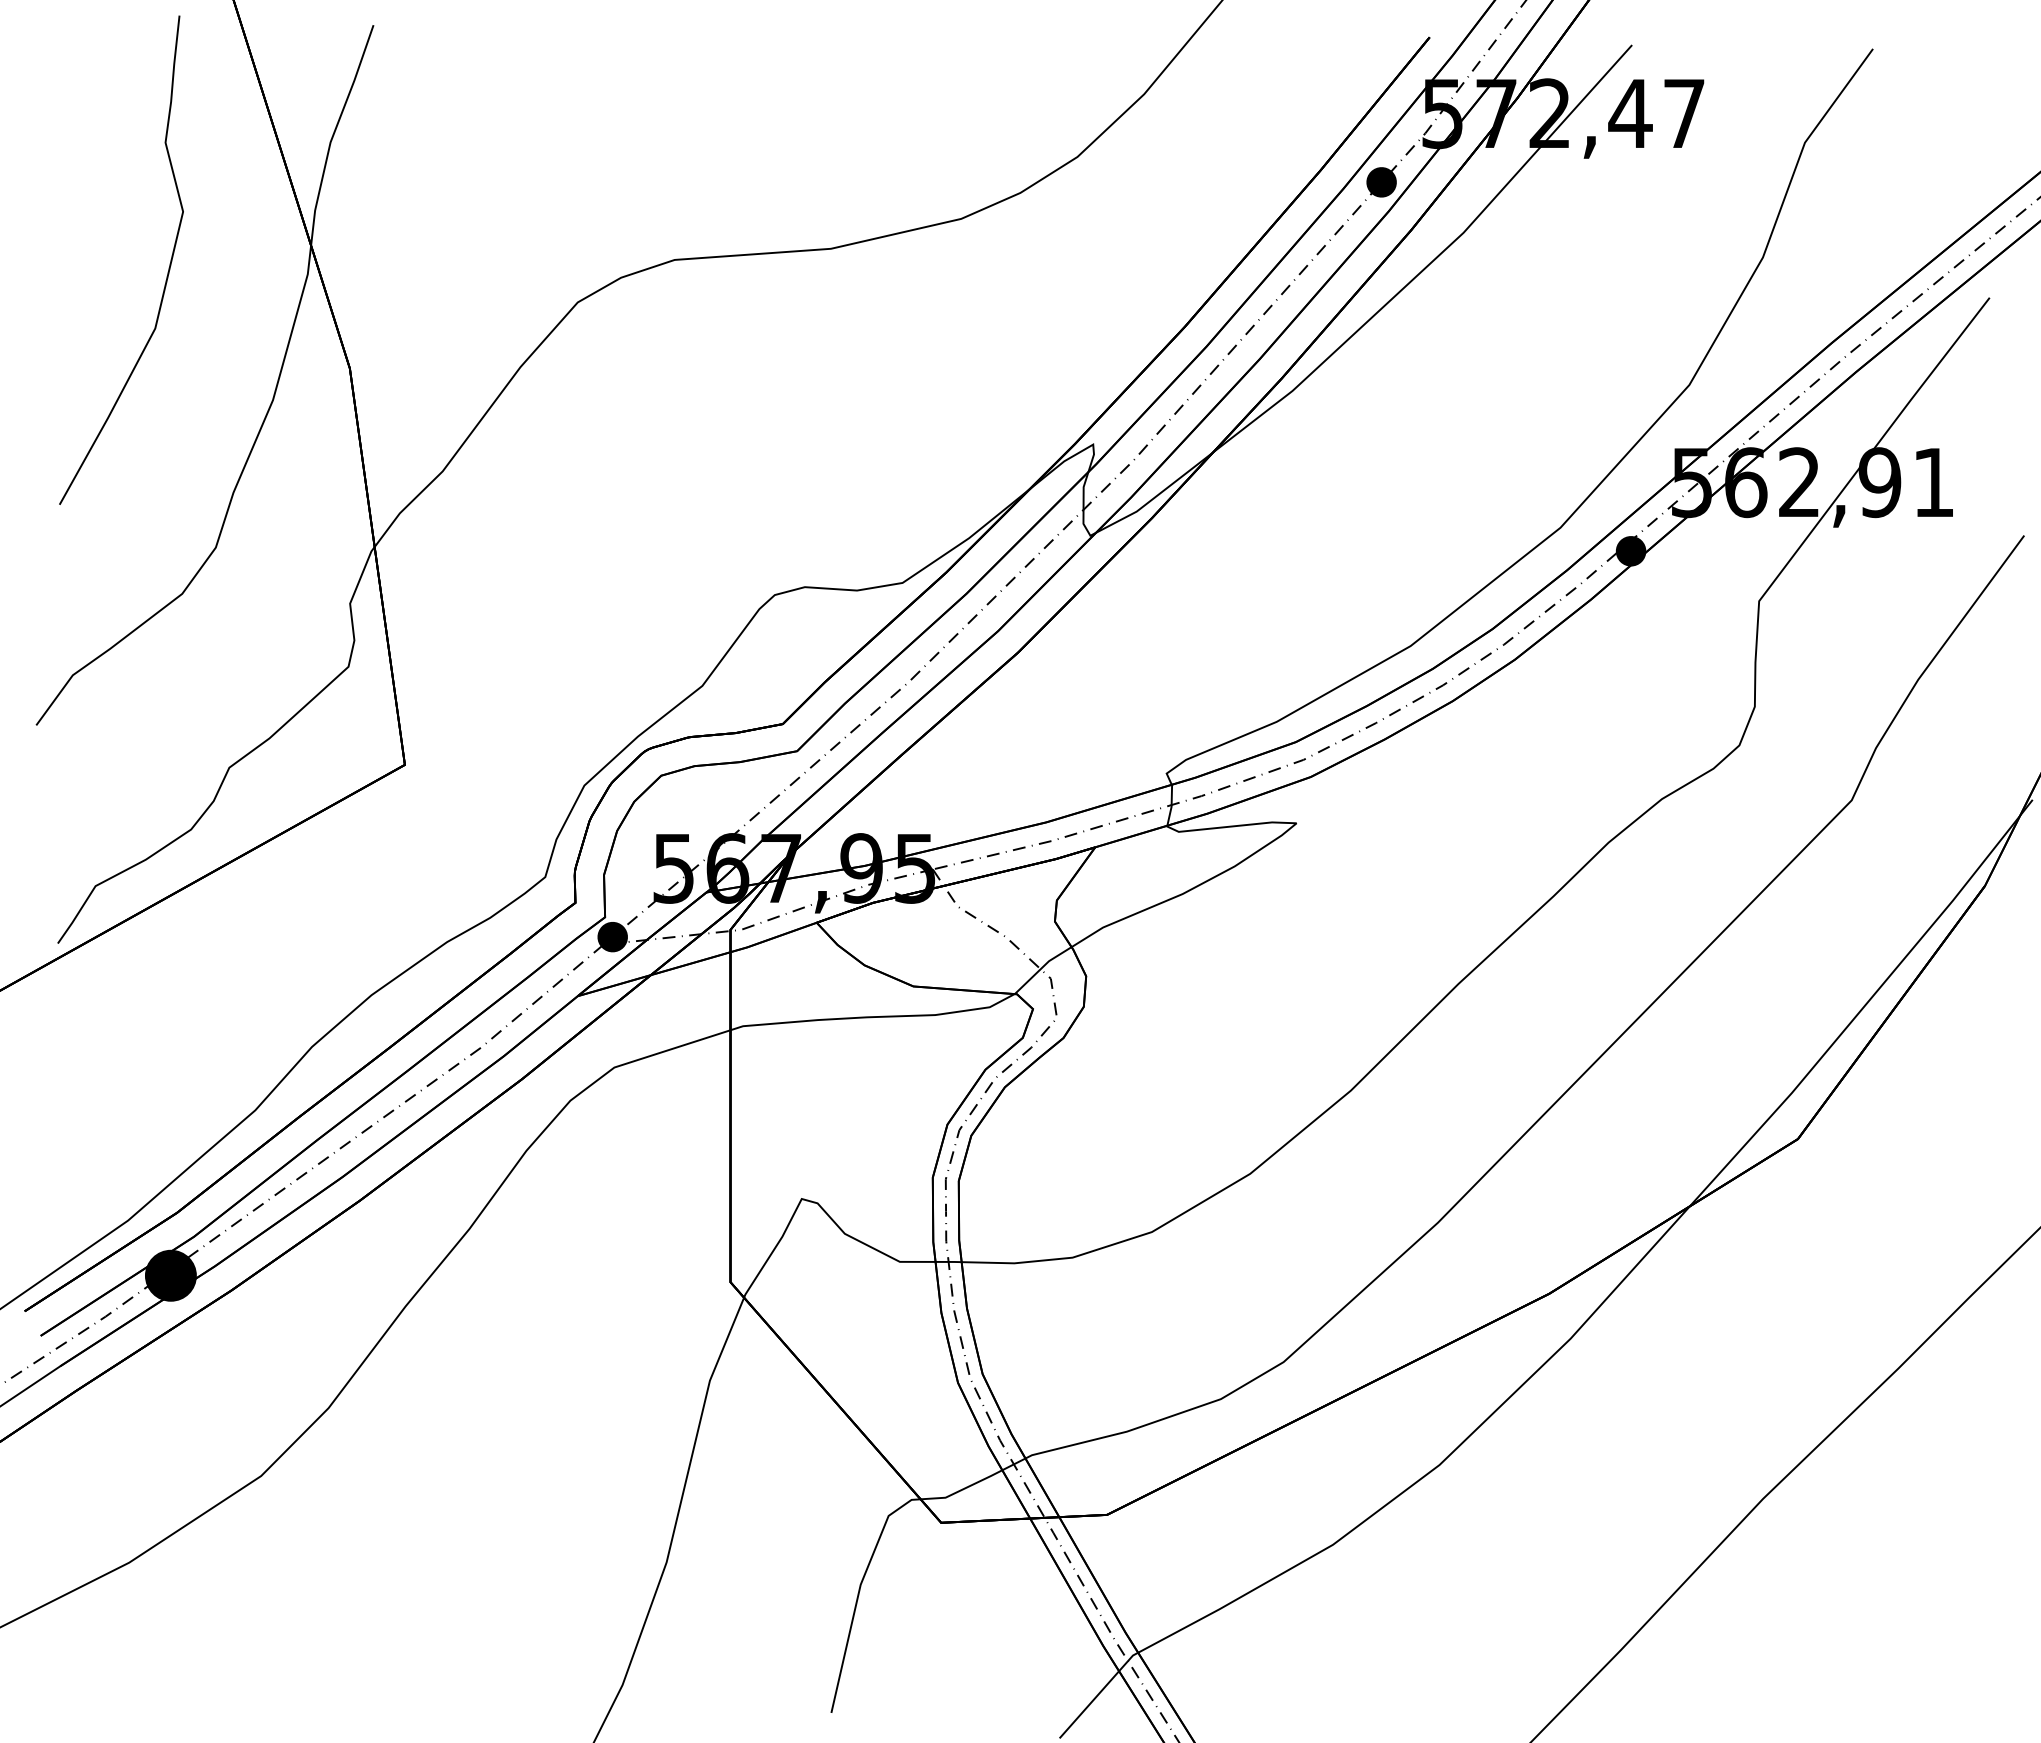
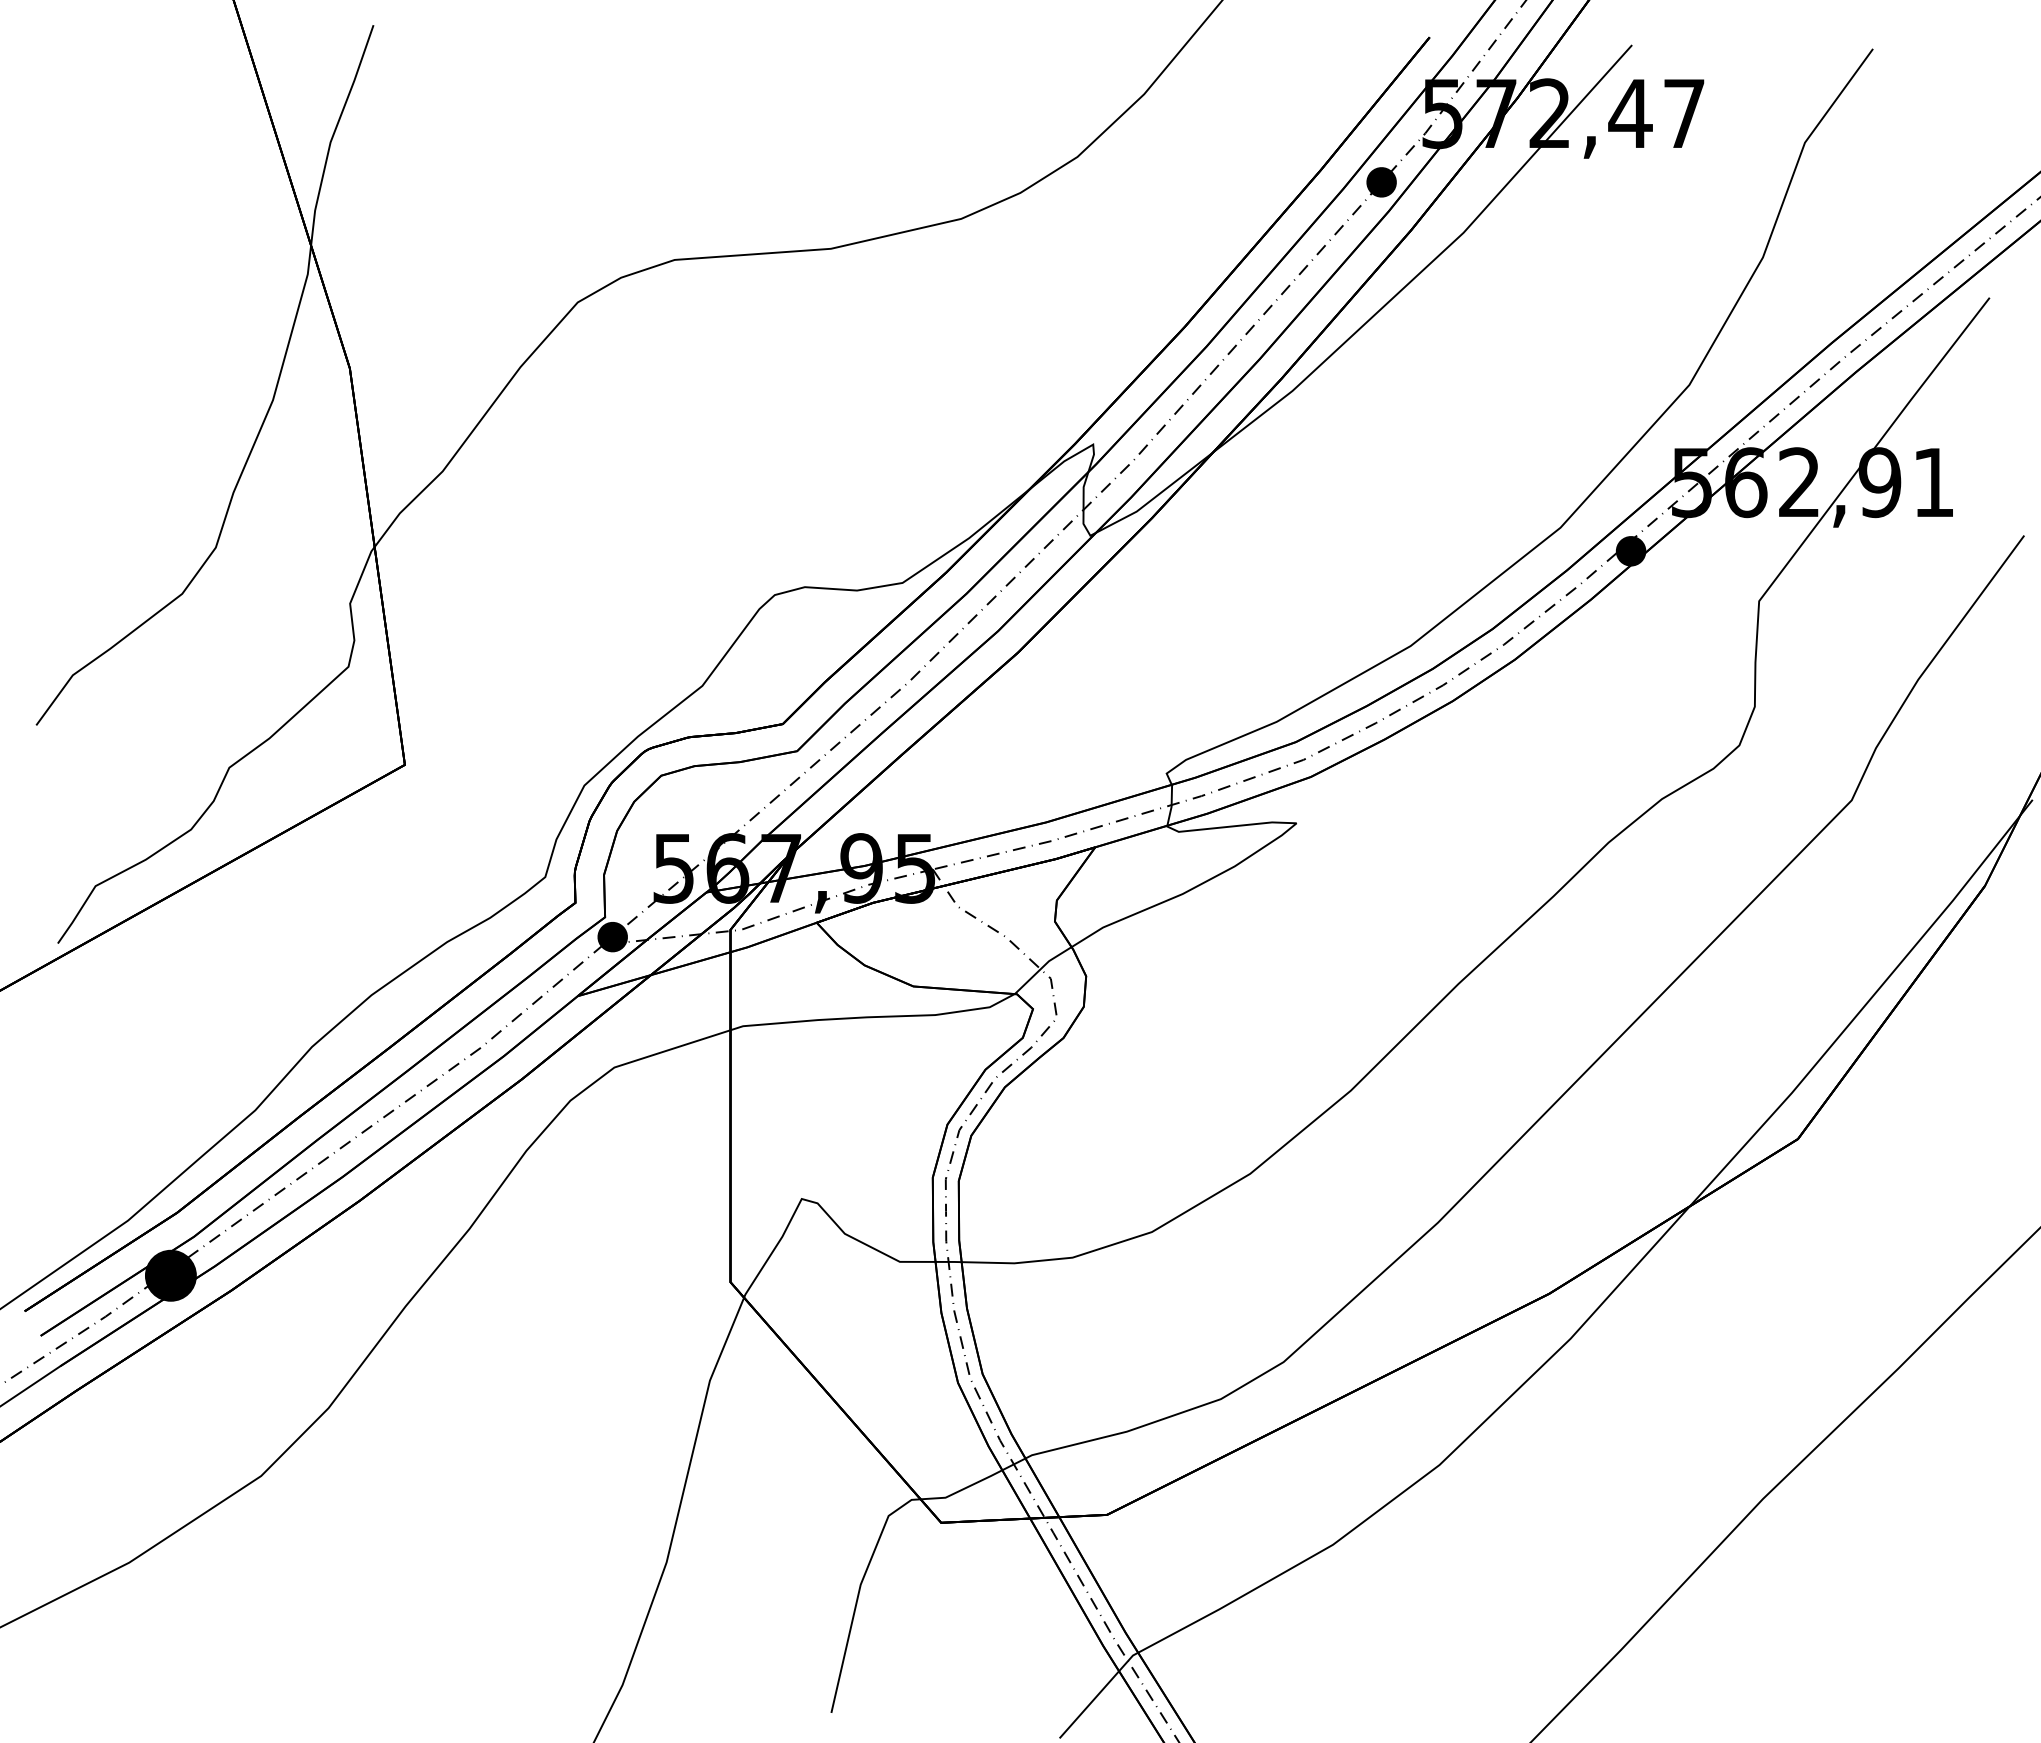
curve at (168, 267): present -> none
